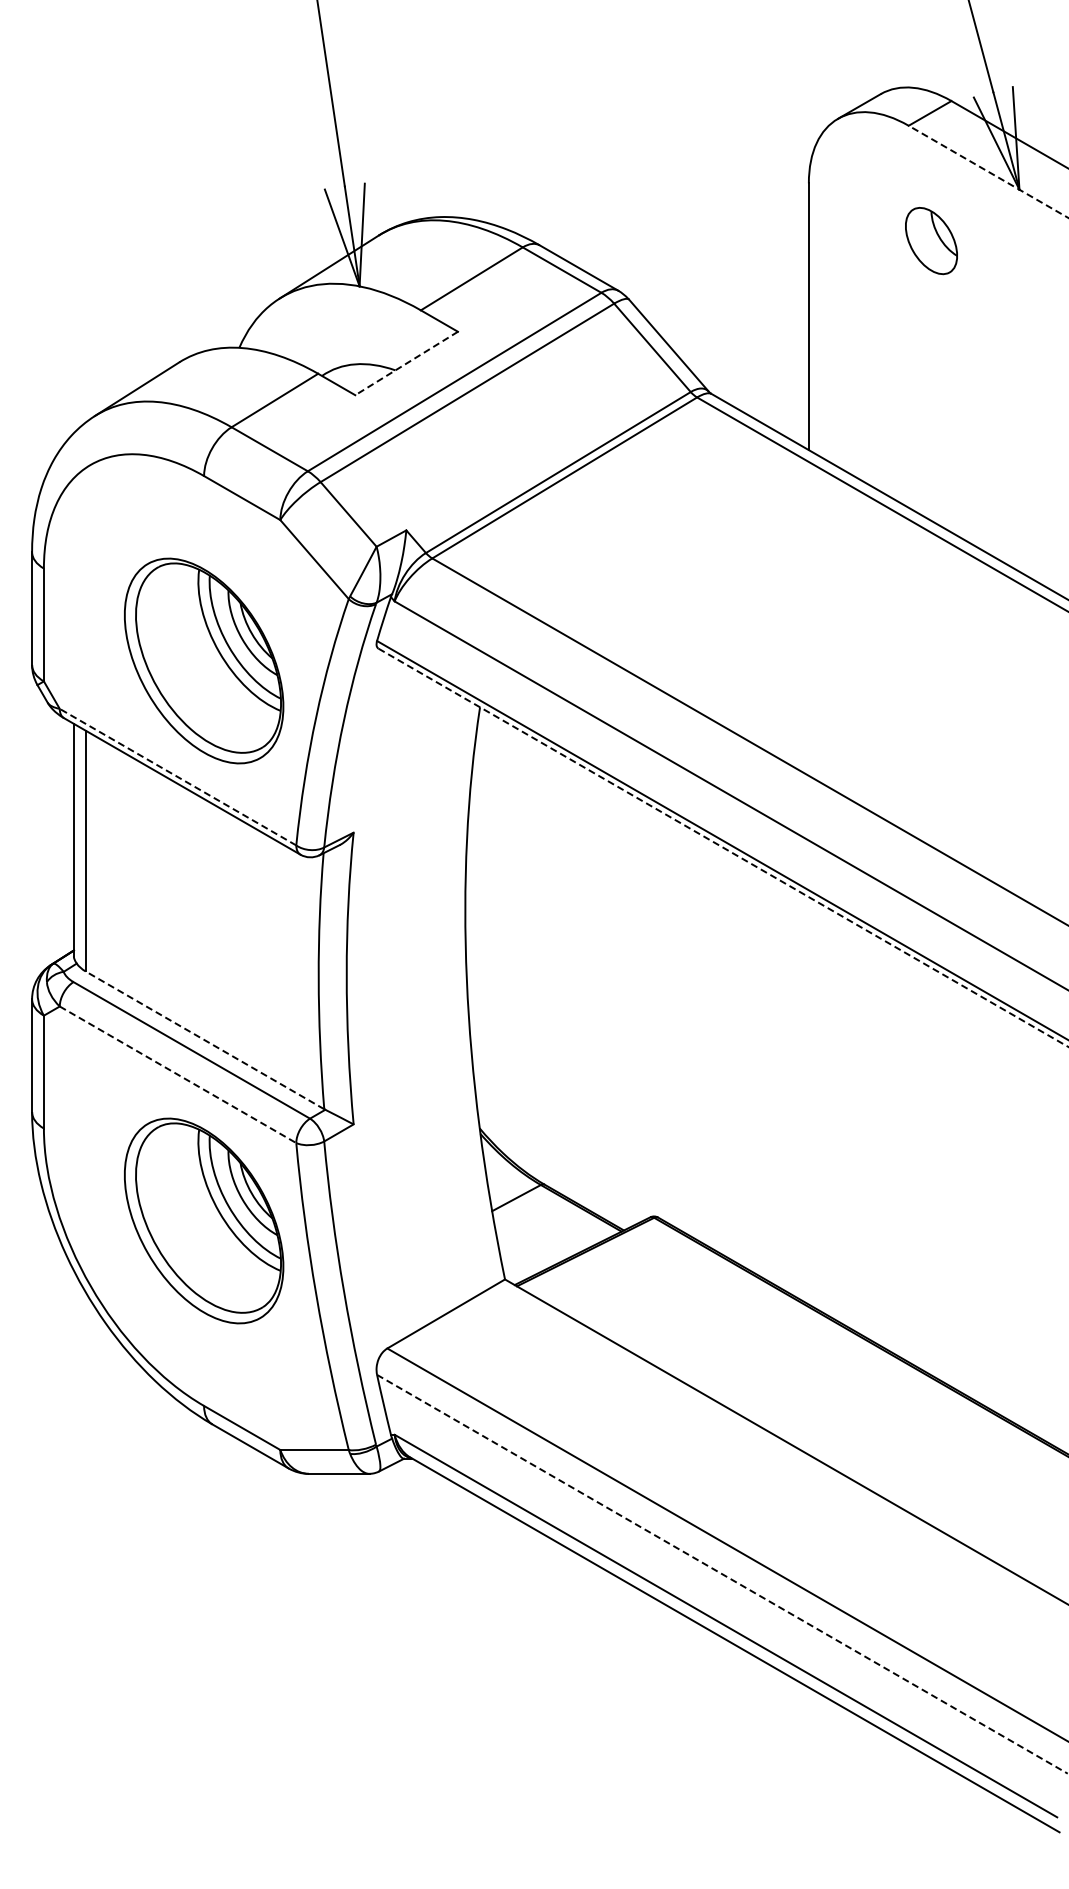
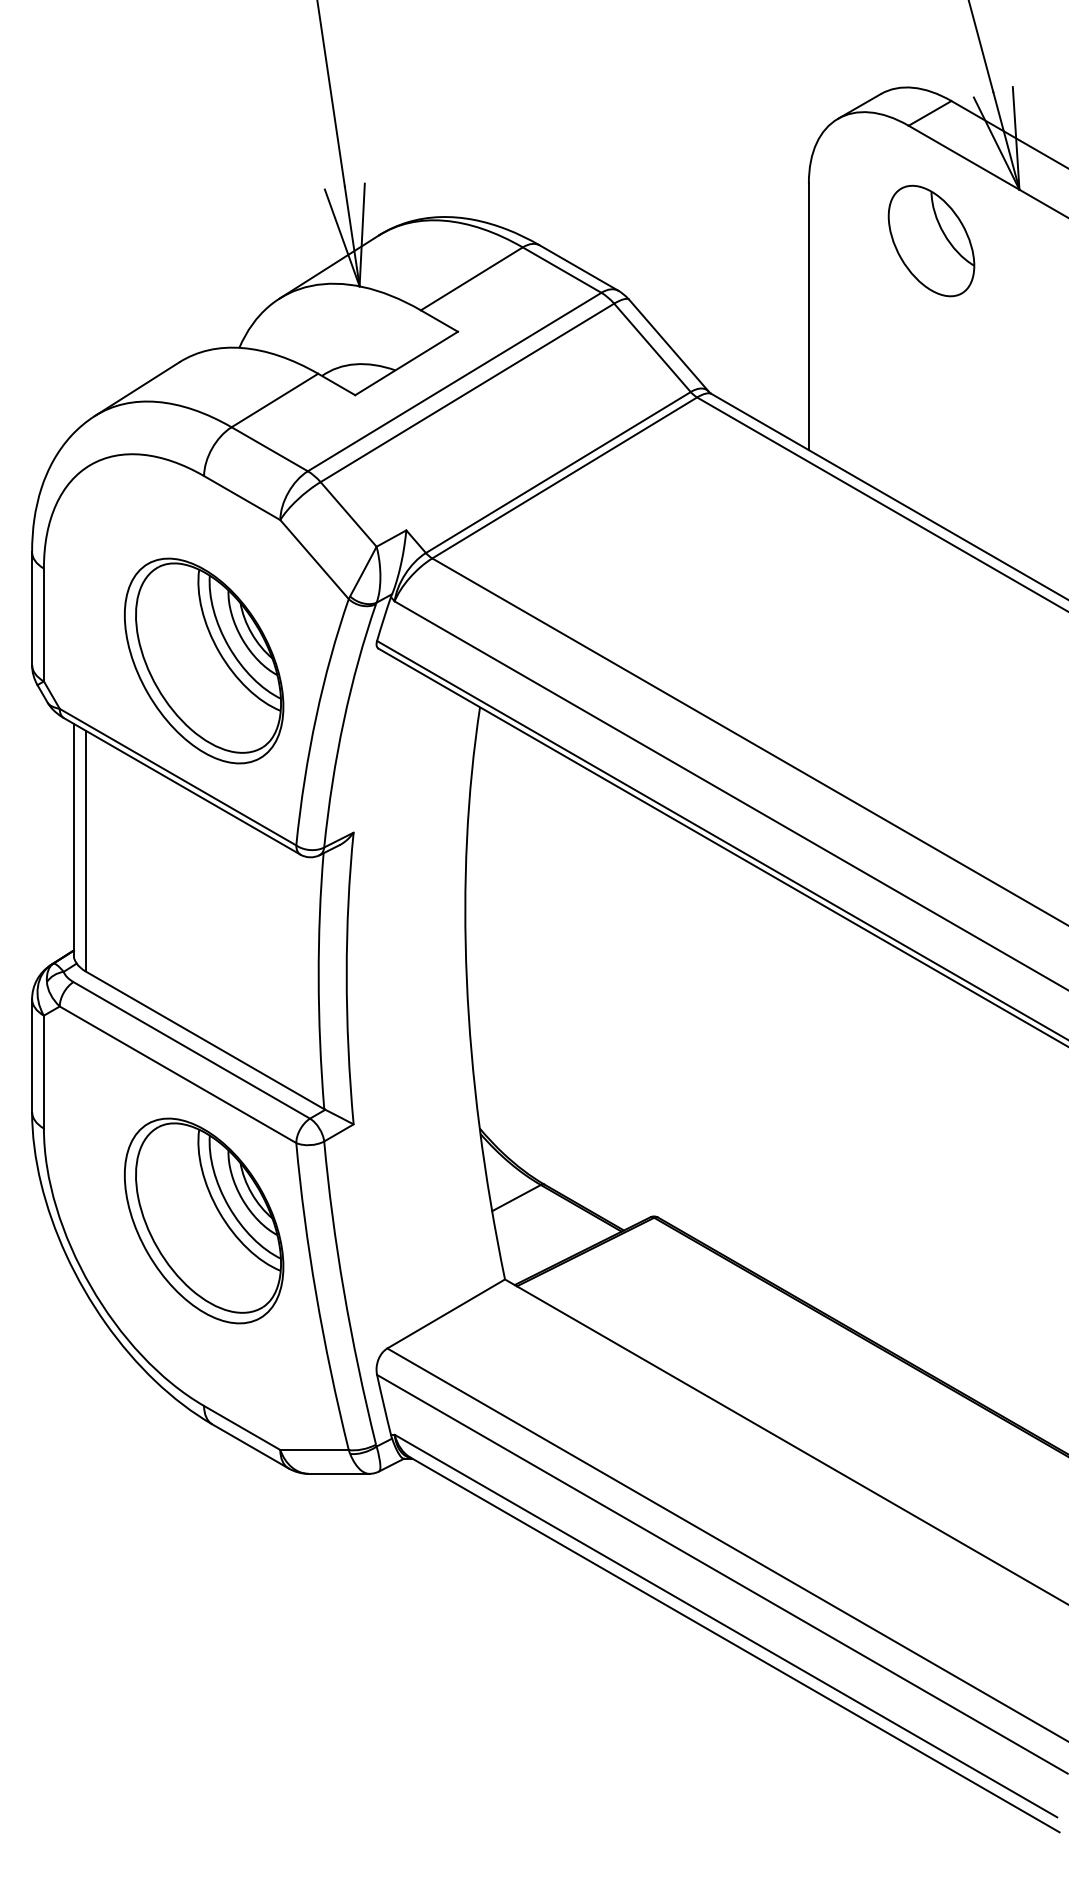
line at (988, 171): dashed -> solid
part at (931, 241) size: 53x69 px -> 89x114 px
line at (406, 363): dashed -> solid
line at (178, 777): dashed -> solid
line at (724, 848): dashed -> solid
line at (205, 1040): dashed -> solid
line at (178, 1074): dashed -> solid
line at (722, 1574): dashed -> solid
